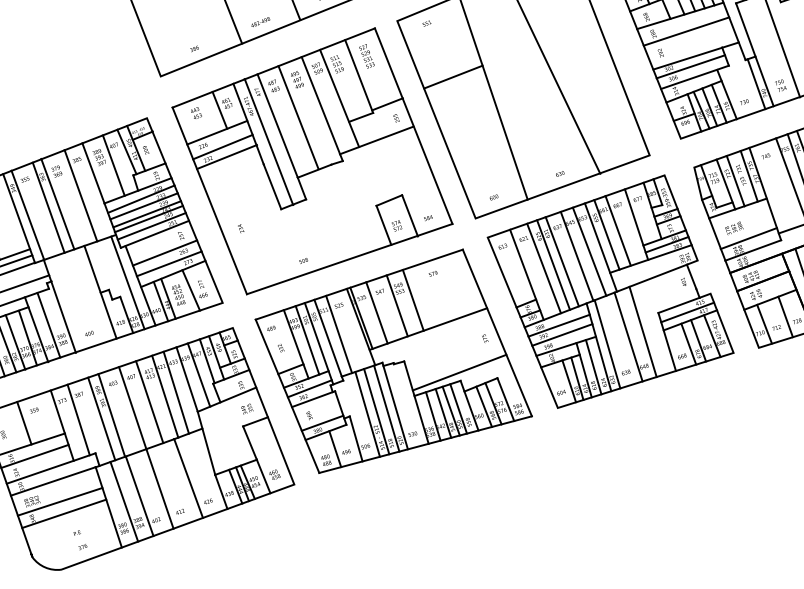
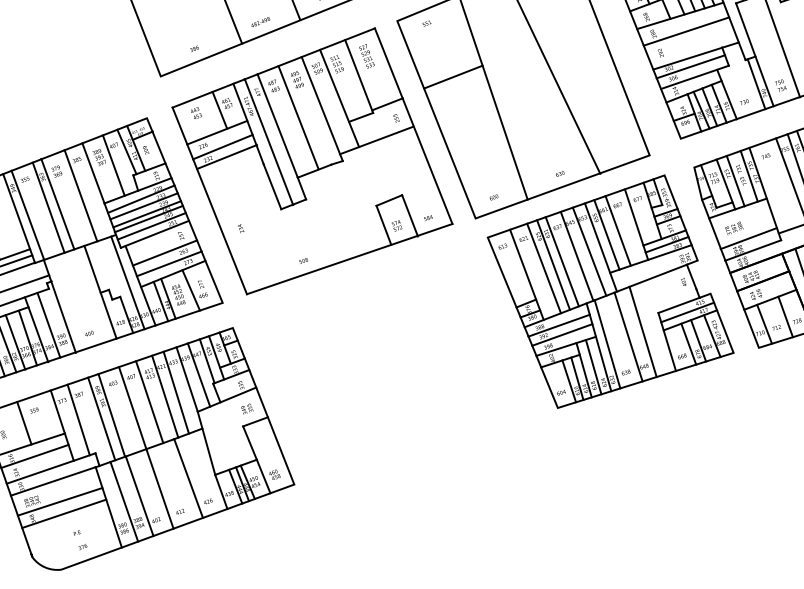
part at (393, 360): present -> none
